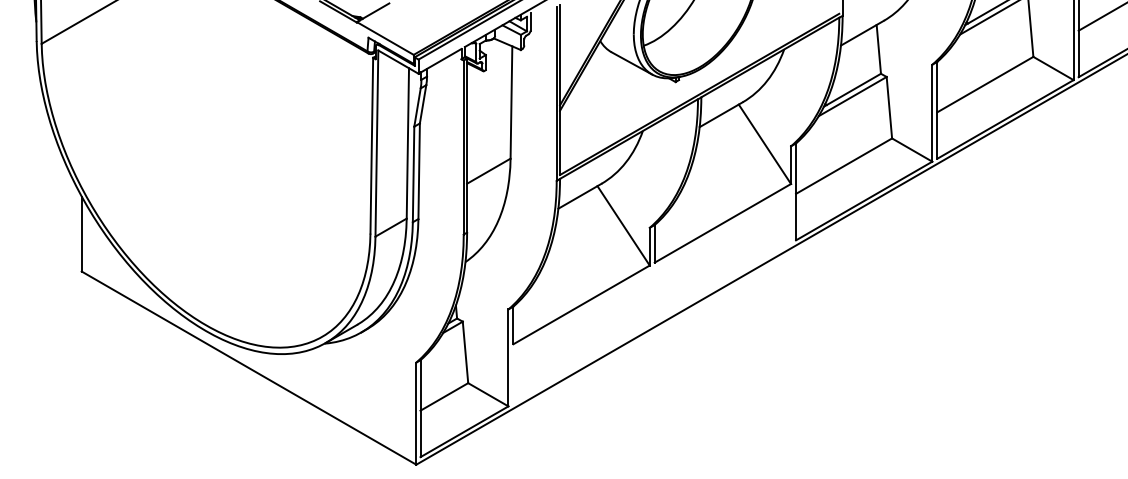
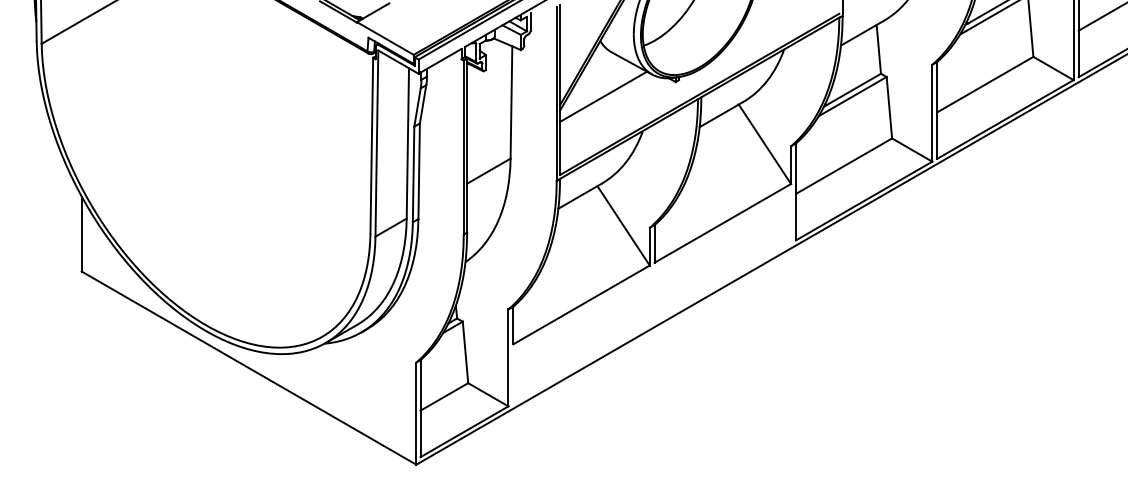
line at (603, 96): none -> present
